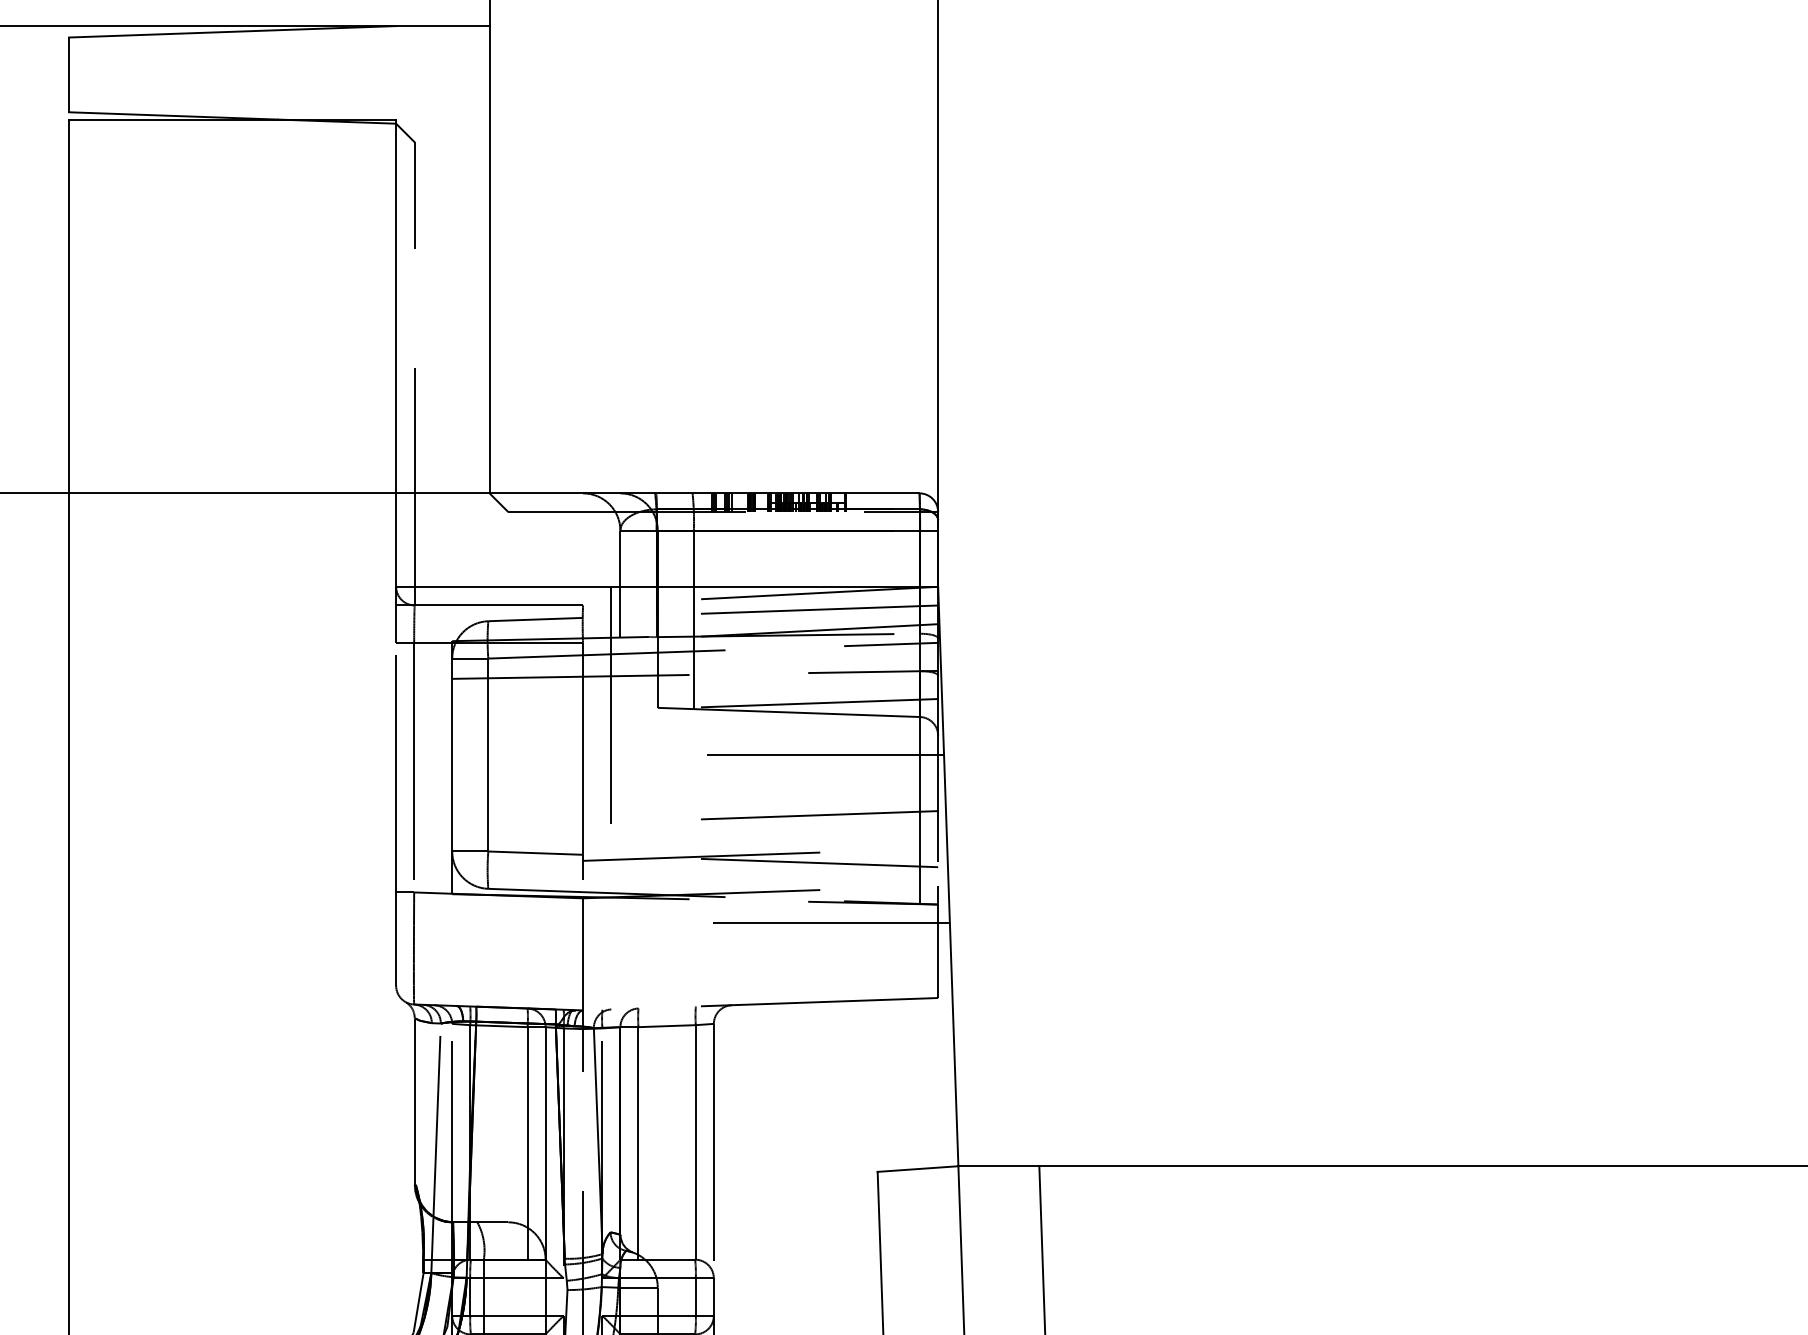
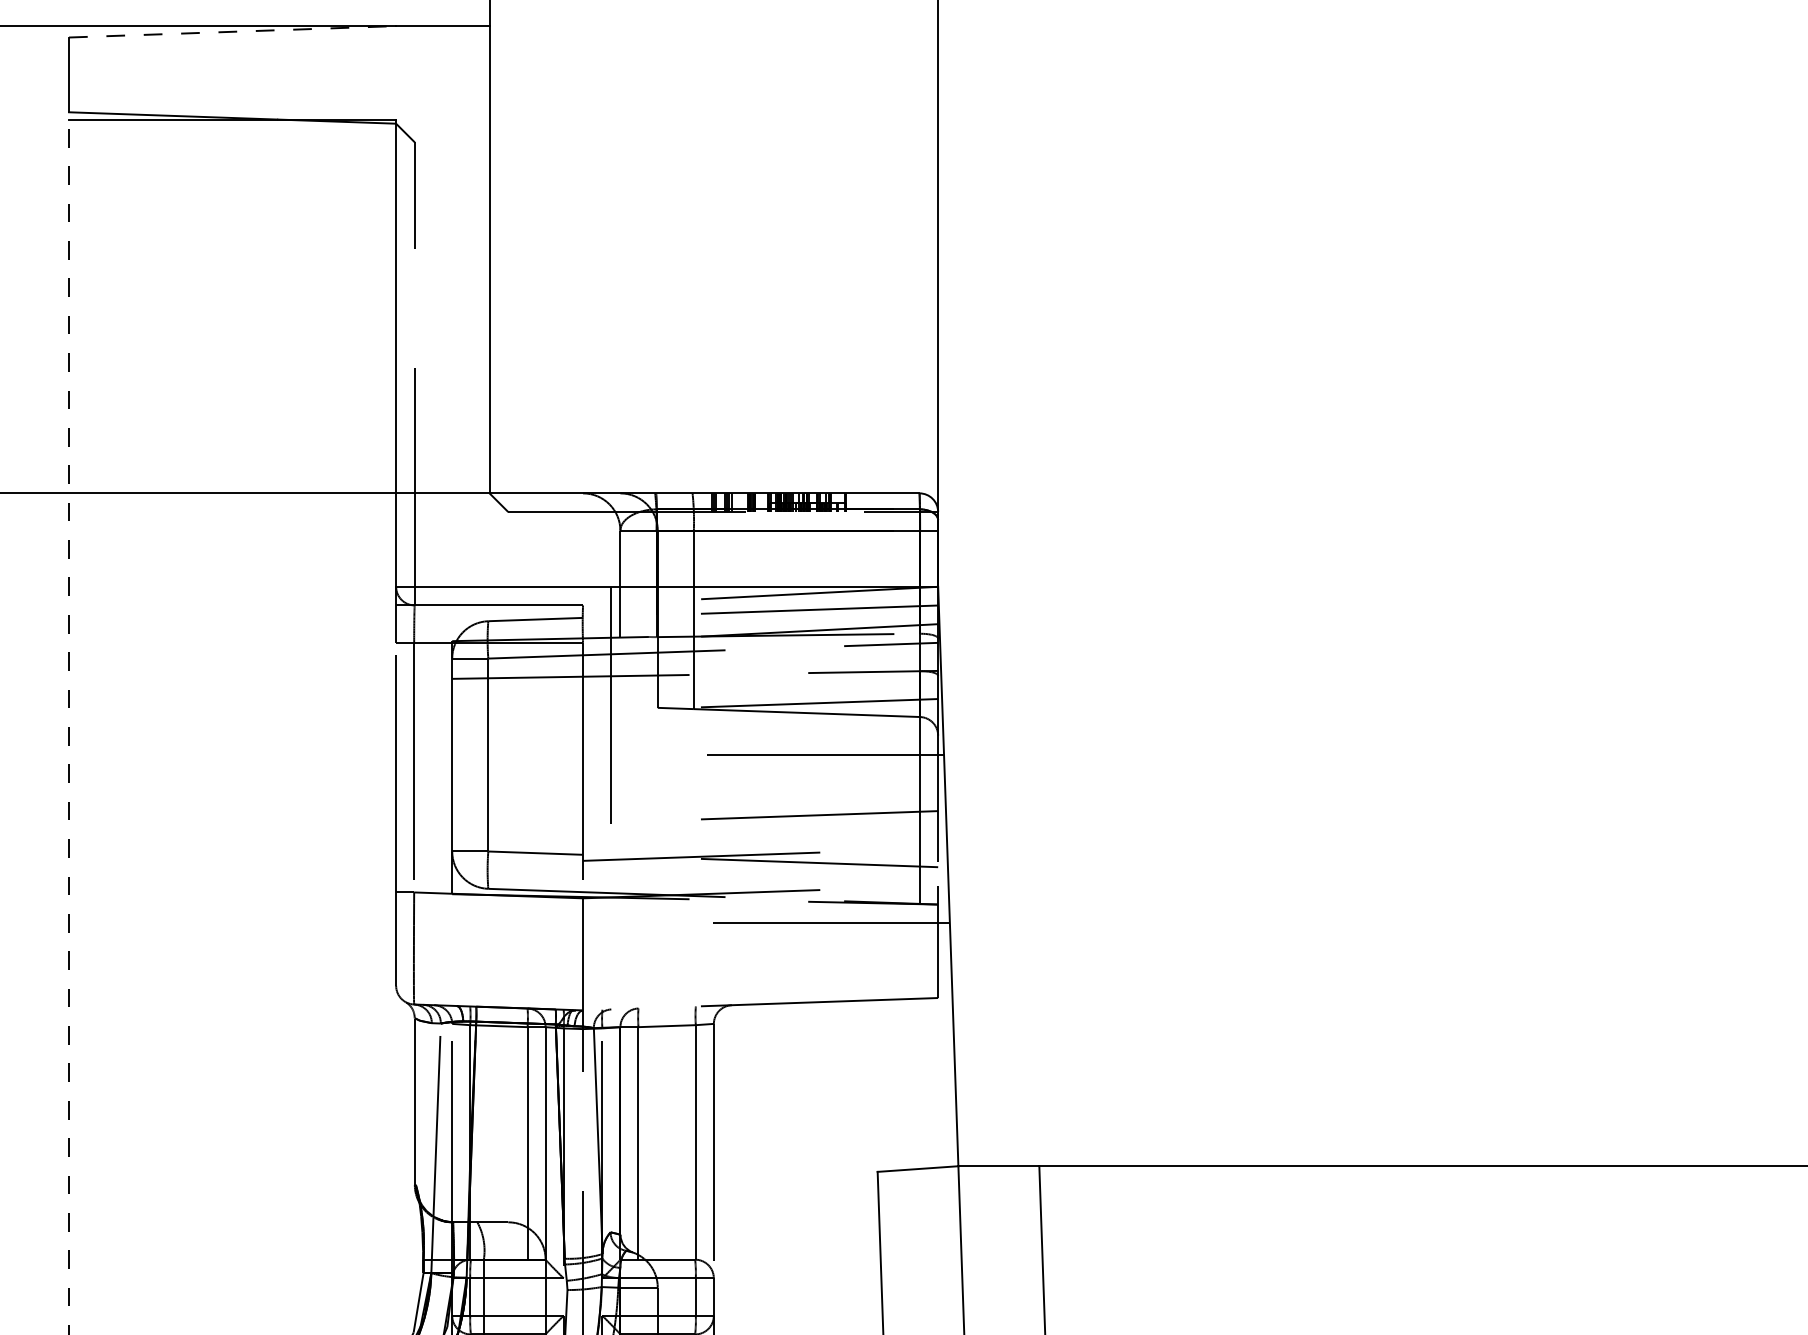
line at (232, 31): solid -> dashed
line at (69, 725): solid -> dashed
